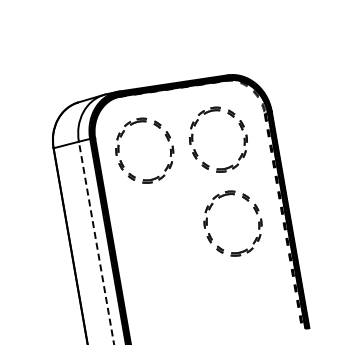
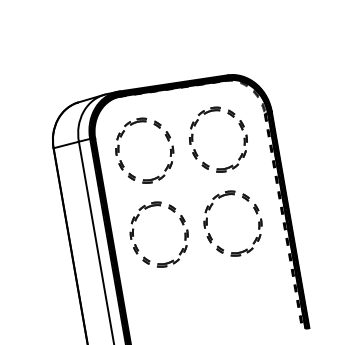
line at (96, 243): dashed -> solid
part at (136, 244): none -> present
